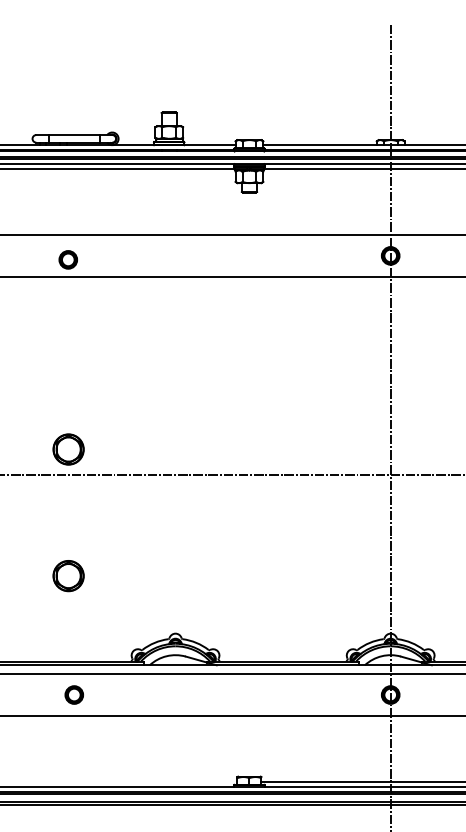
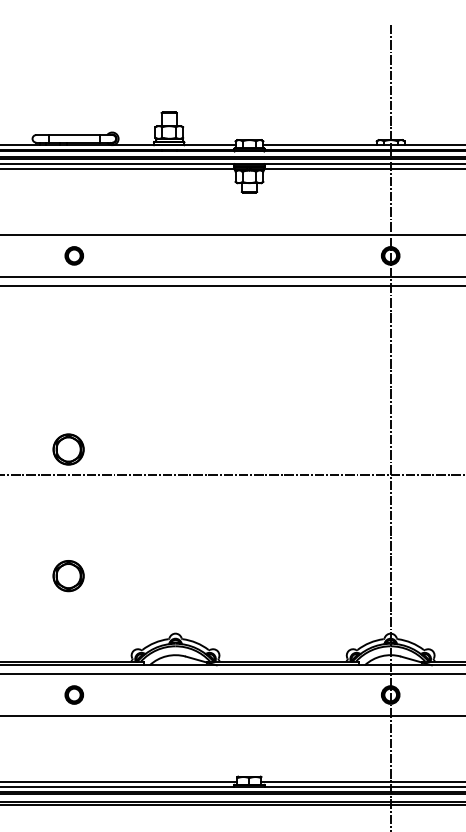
part at (67, 259) position: (67, 259) -> (73, 255)
line at (232, 285): none -> present
line at (119, 781): none -> present
